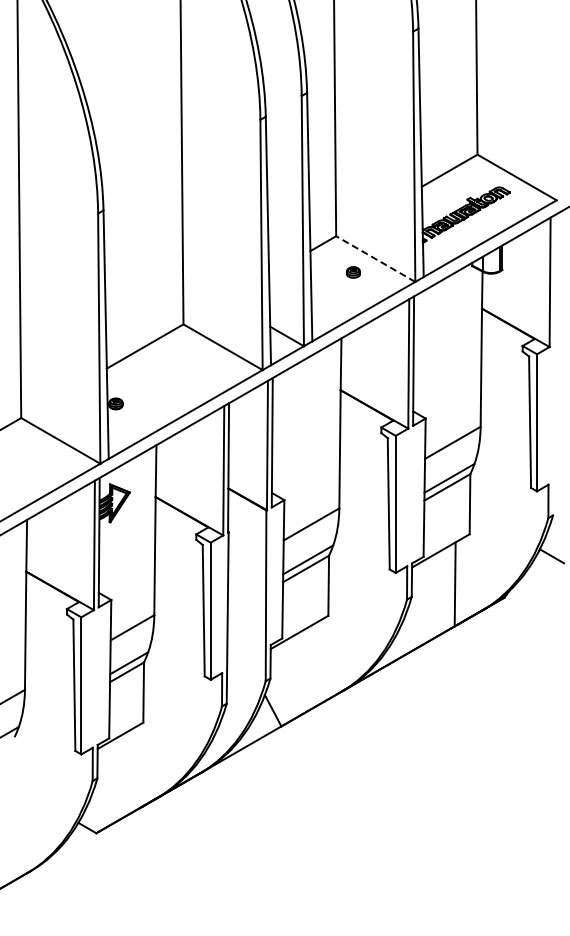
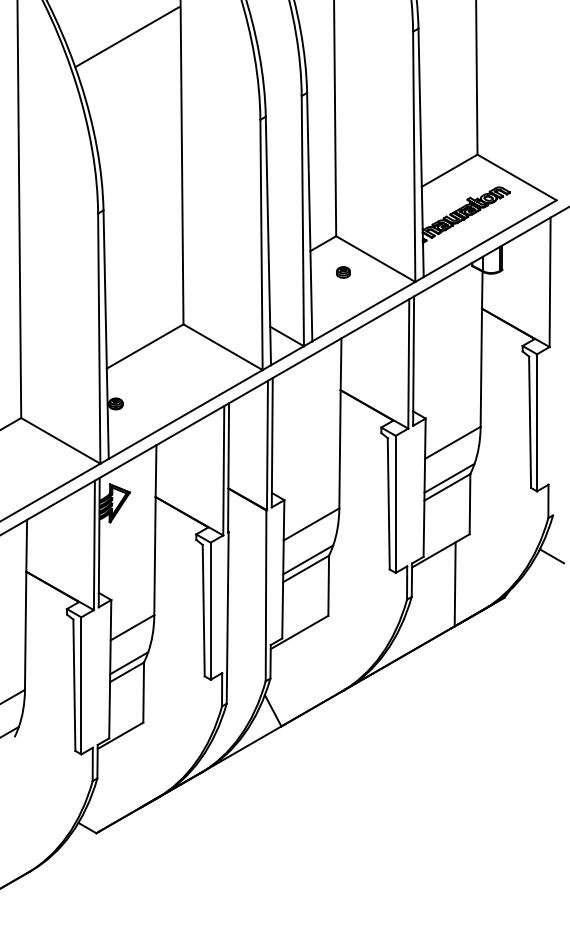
line at (127, 37): none -> present
line at (375, 259): dashed -> solid
part at (353, 272) position: (353, 272) -> (343, 272)
